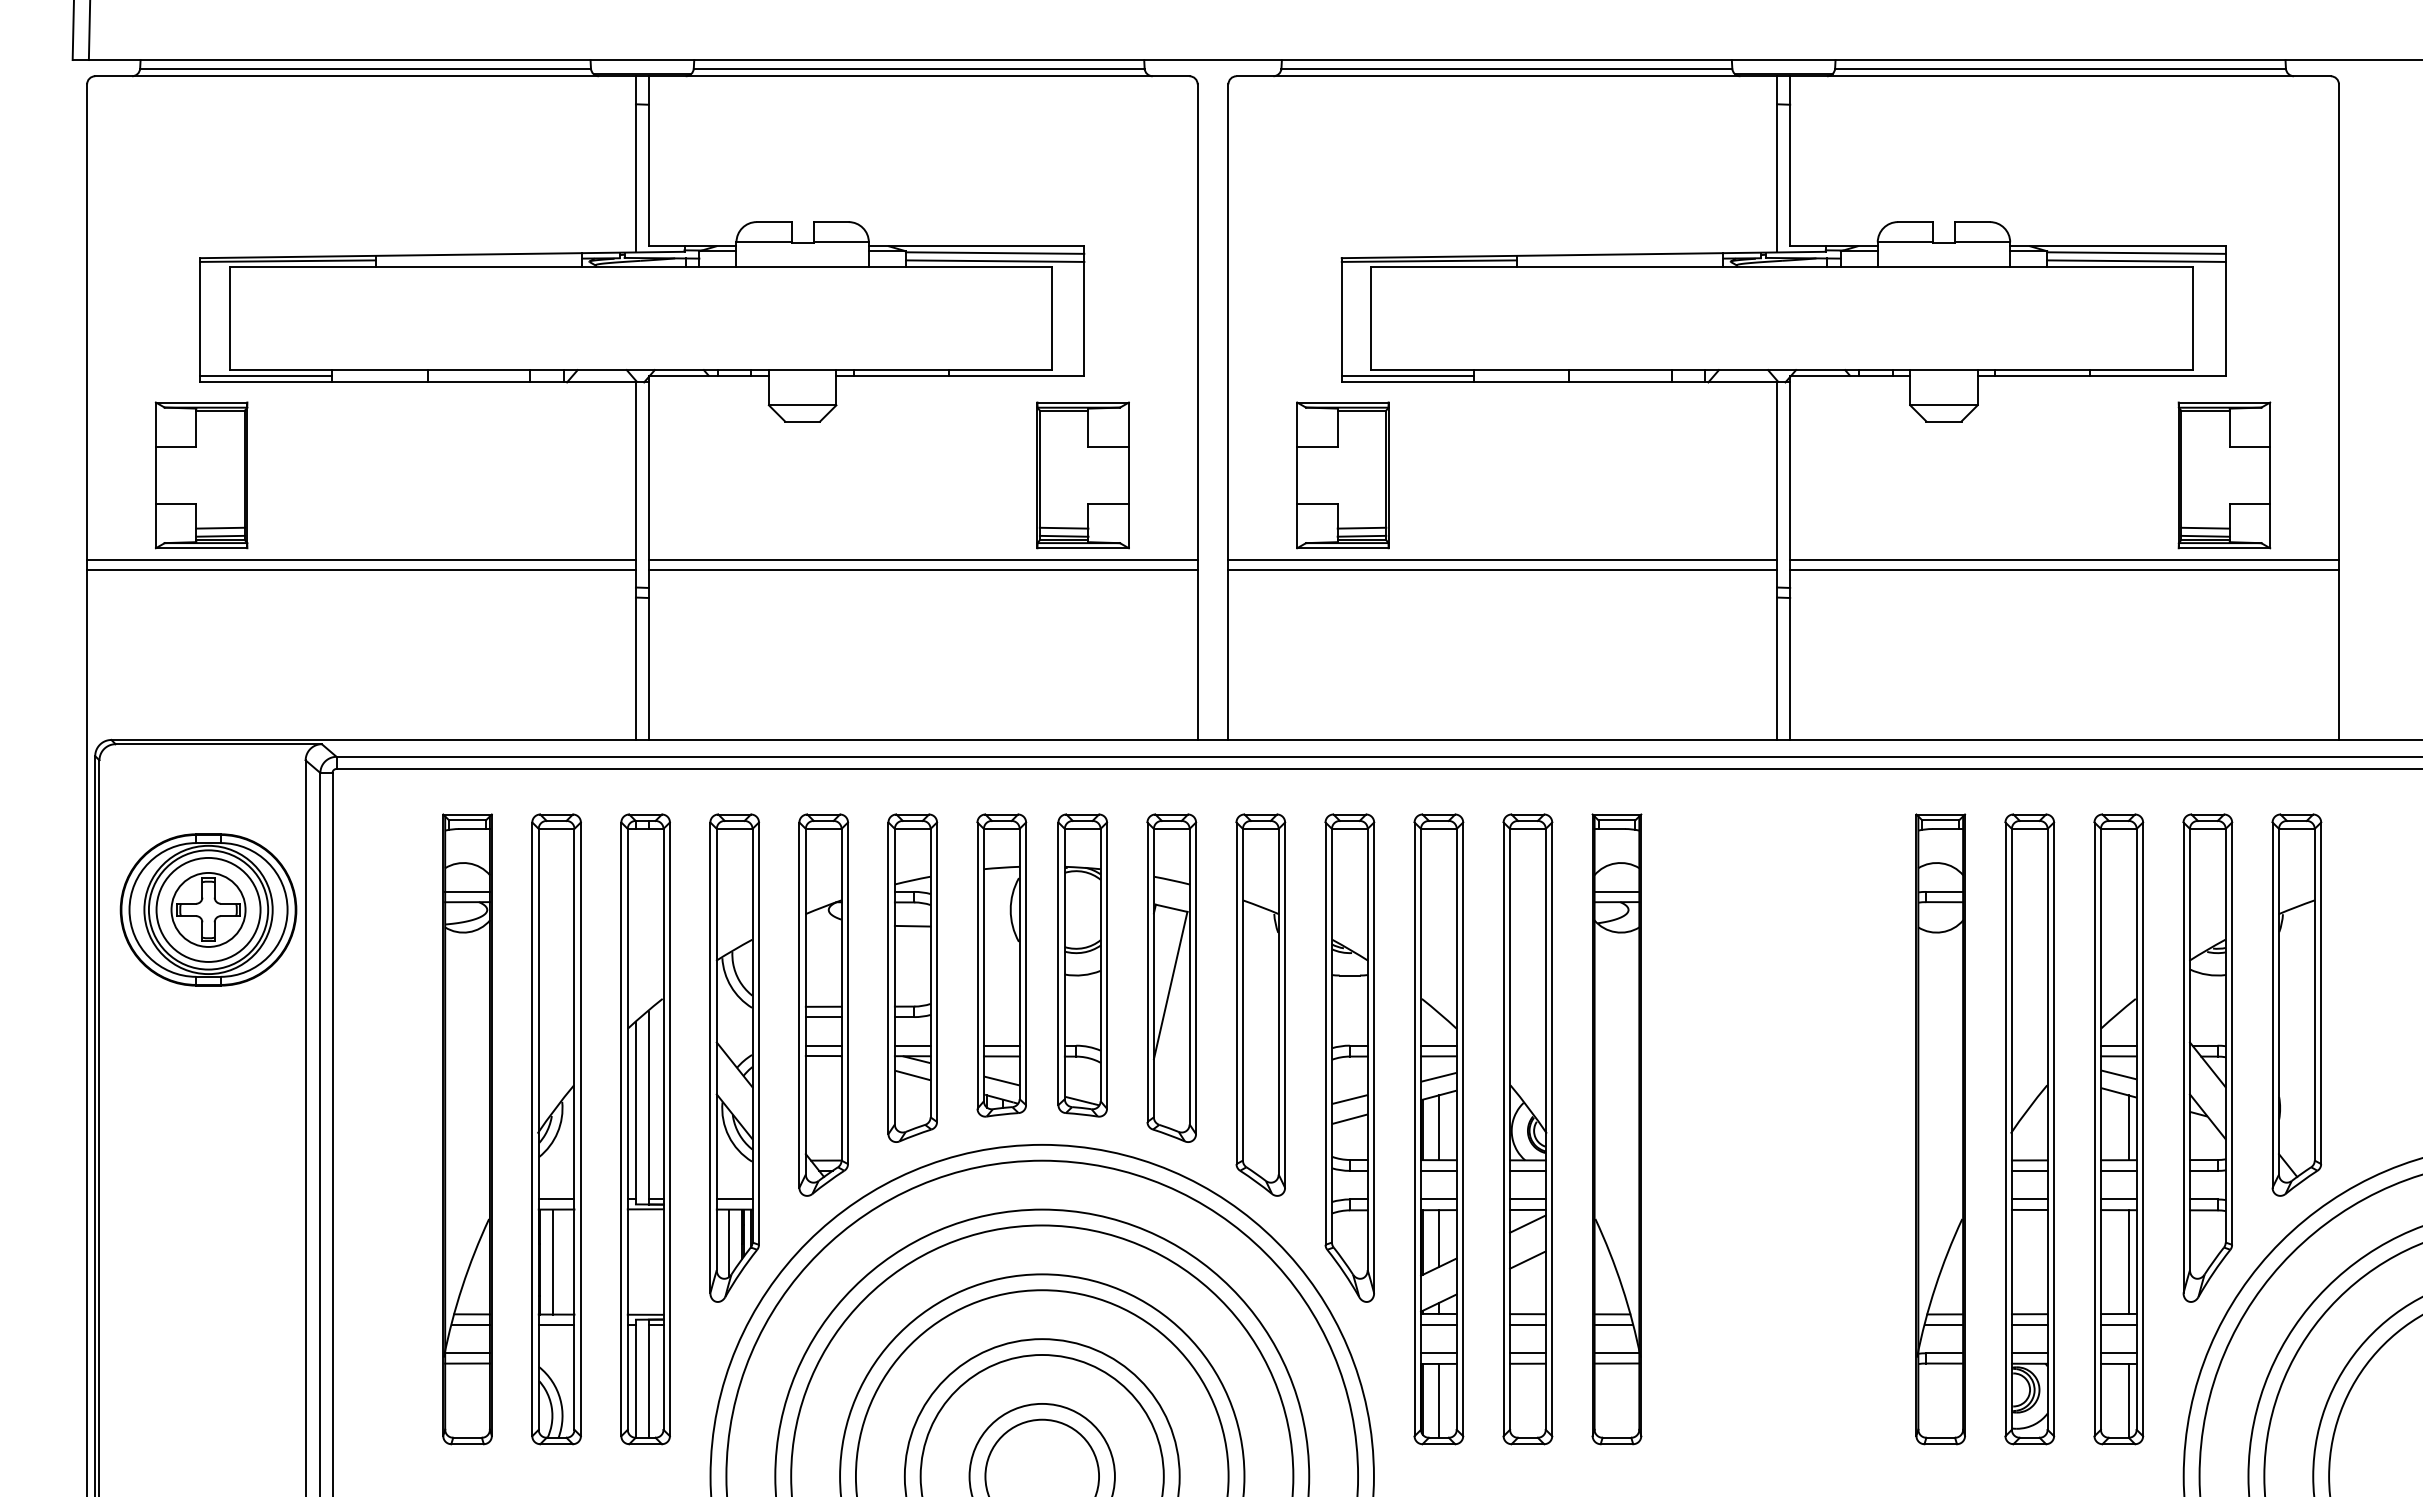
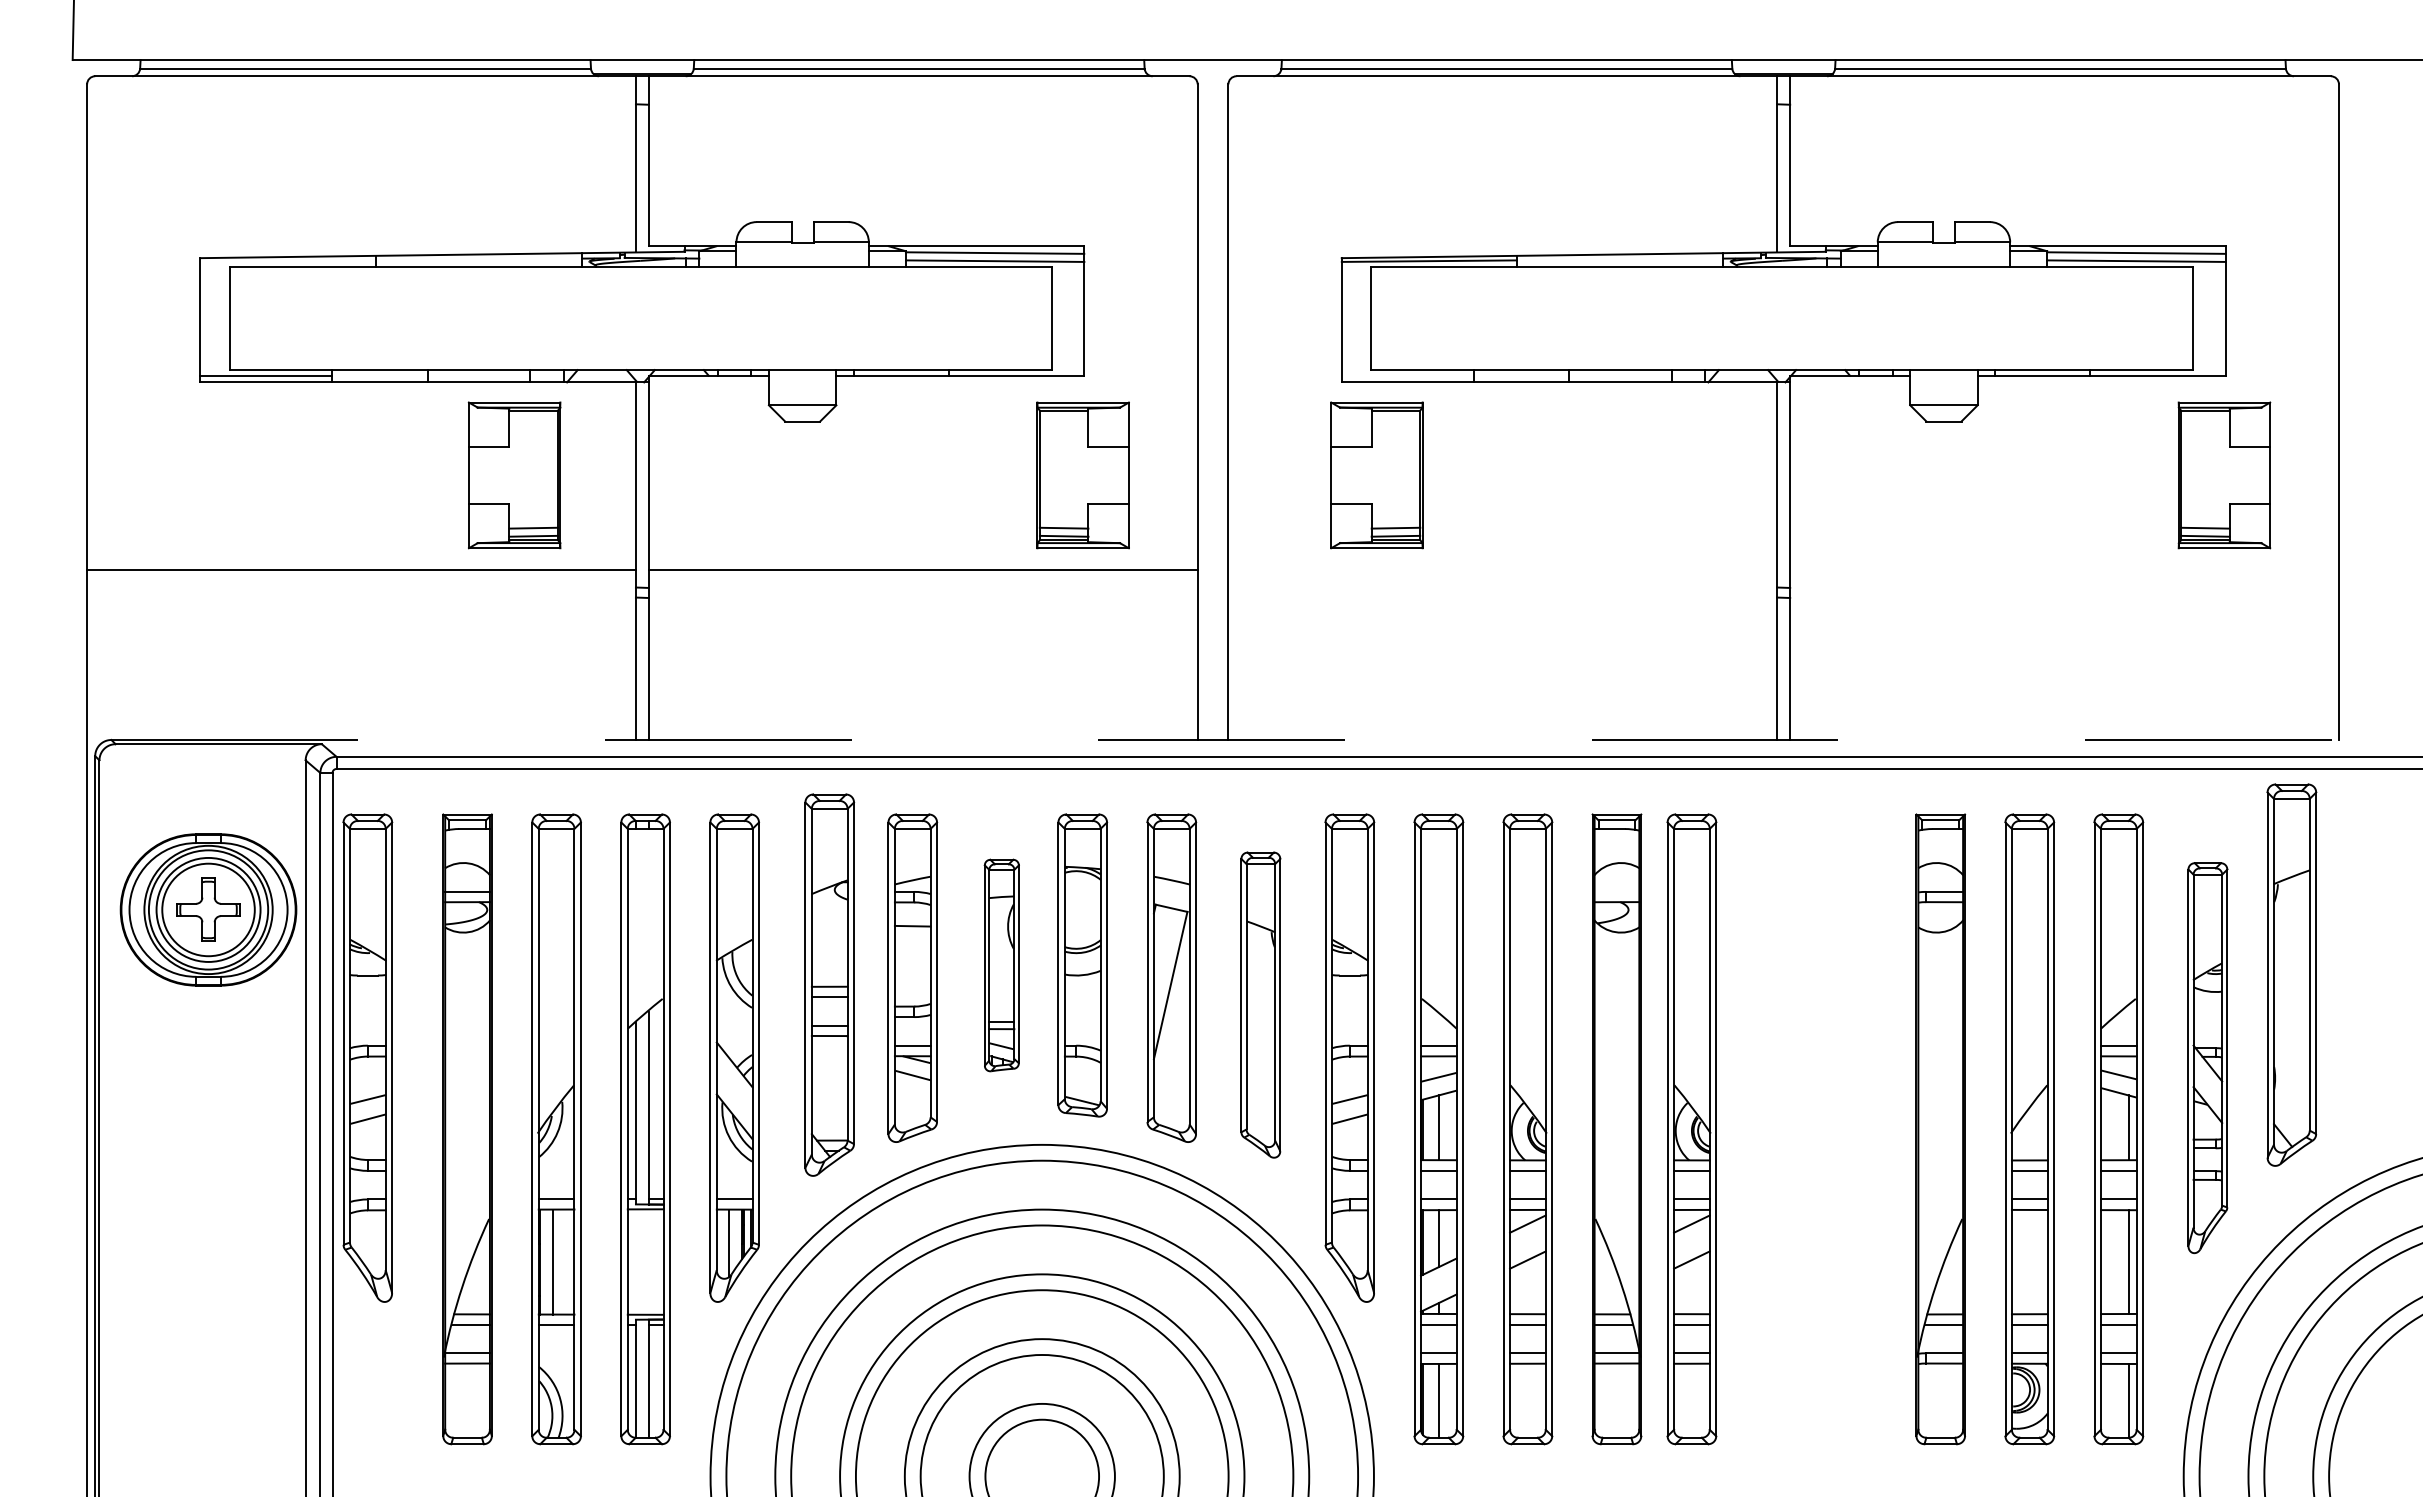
line at (89, 31): present -> none
line at (287, 260): present -> none
line at (1407, 375): present -> none
part at (201, 475) position: (201, 475) -> (514, 475)
part at (1342, 475) position: (1342, 475) -> (1376, 475)
line at (361, 559): present -> none
line at (922, 559): present -> none
line at (1502, 559): present -> none
line at (2064, 559): present -> none
line at (1502, 570): present -> none
line at (2064, 570): present -> none
line at (1267, 739): solid -> dashed
line at (1616, 891): present -> none
circle at (208, 909) diameter: 74 px -> 93 px
part at (1001, 965) size: 52x305 px -> 37x215 px
part at (823, 1004) position: (823, 1004) -> (829, 984)
part at (1260, 1004) size: 52x384 px -> 42x308 px
part at (2296, 1004) position: (2296, 1004) -> (2291, 974)
part at (367, 1057): none -> present
part at (2207, 1057) size: 52x490 px -> 42x393 px
part at (1691, 1129): none -> present
